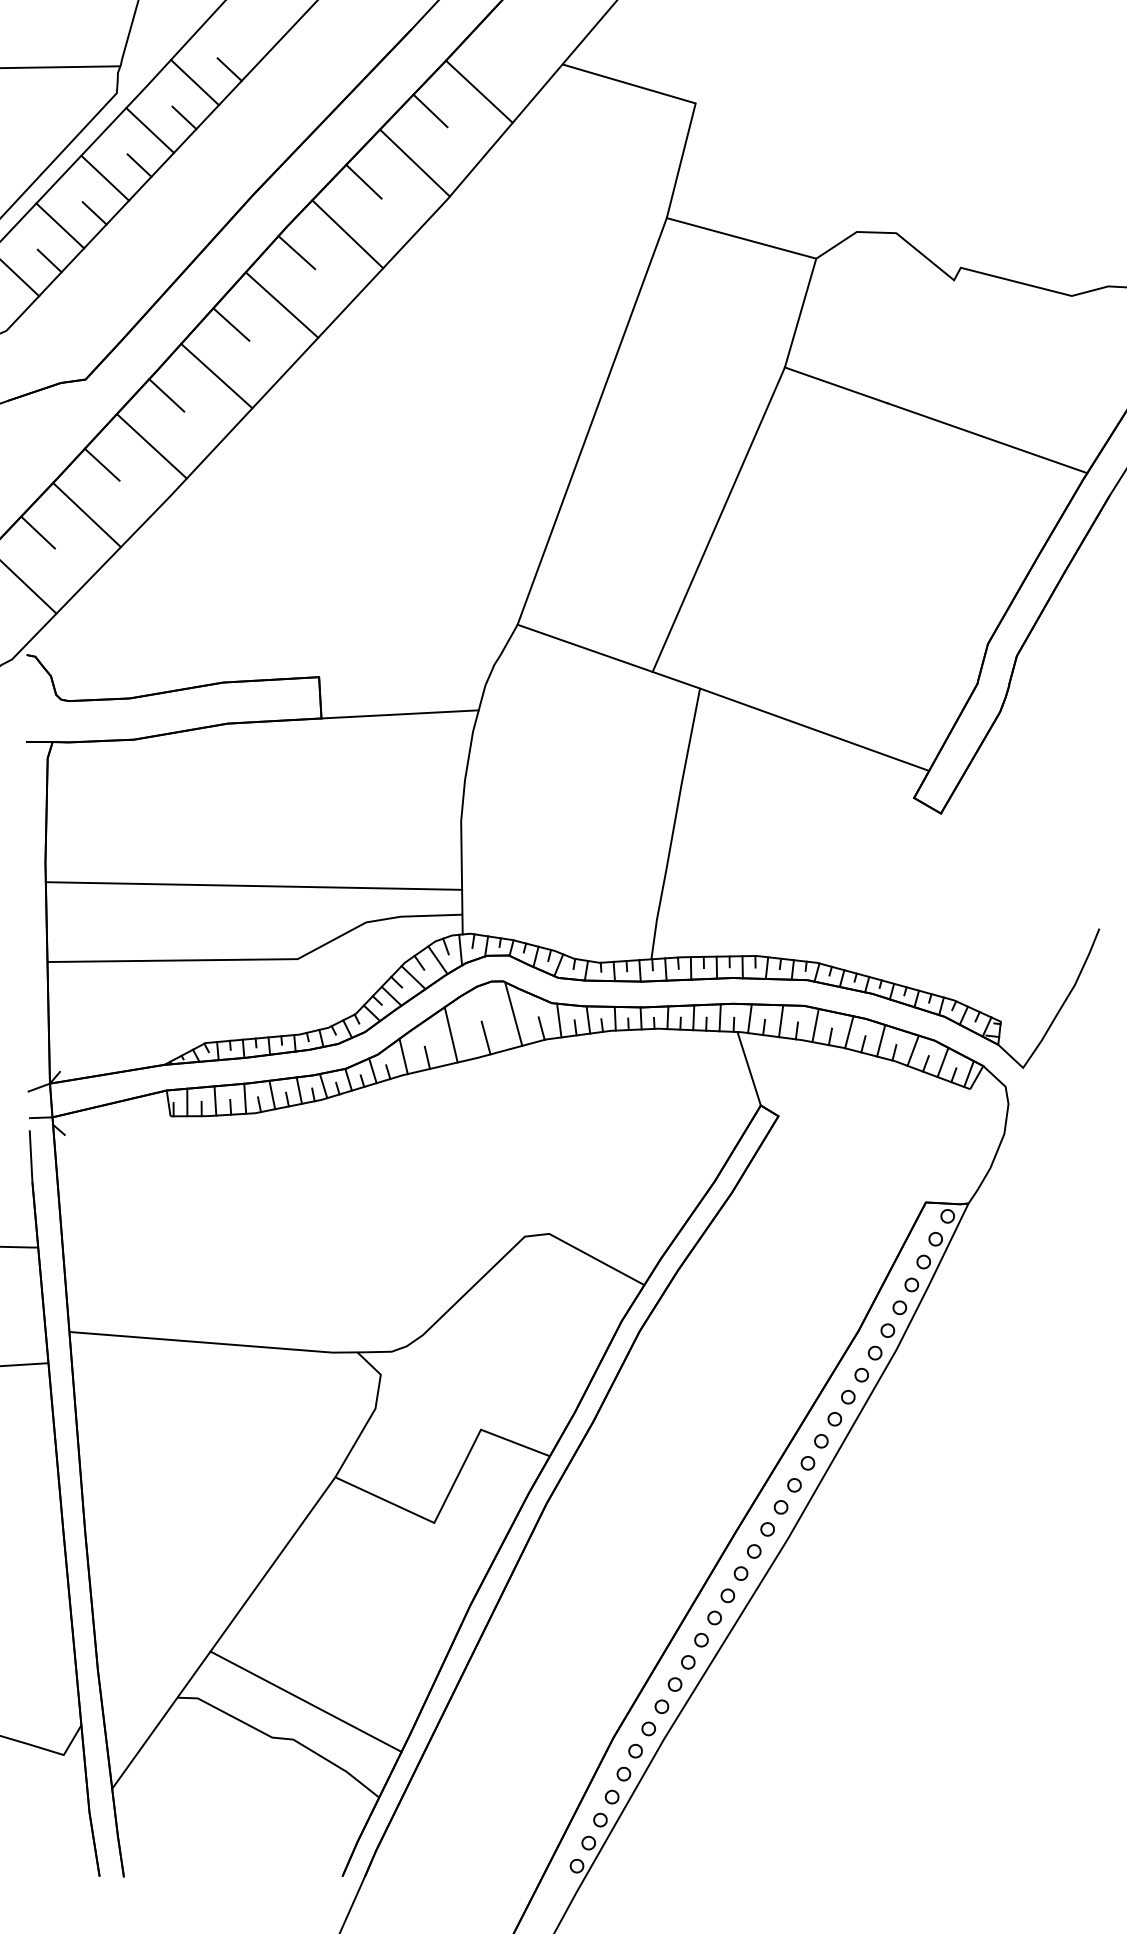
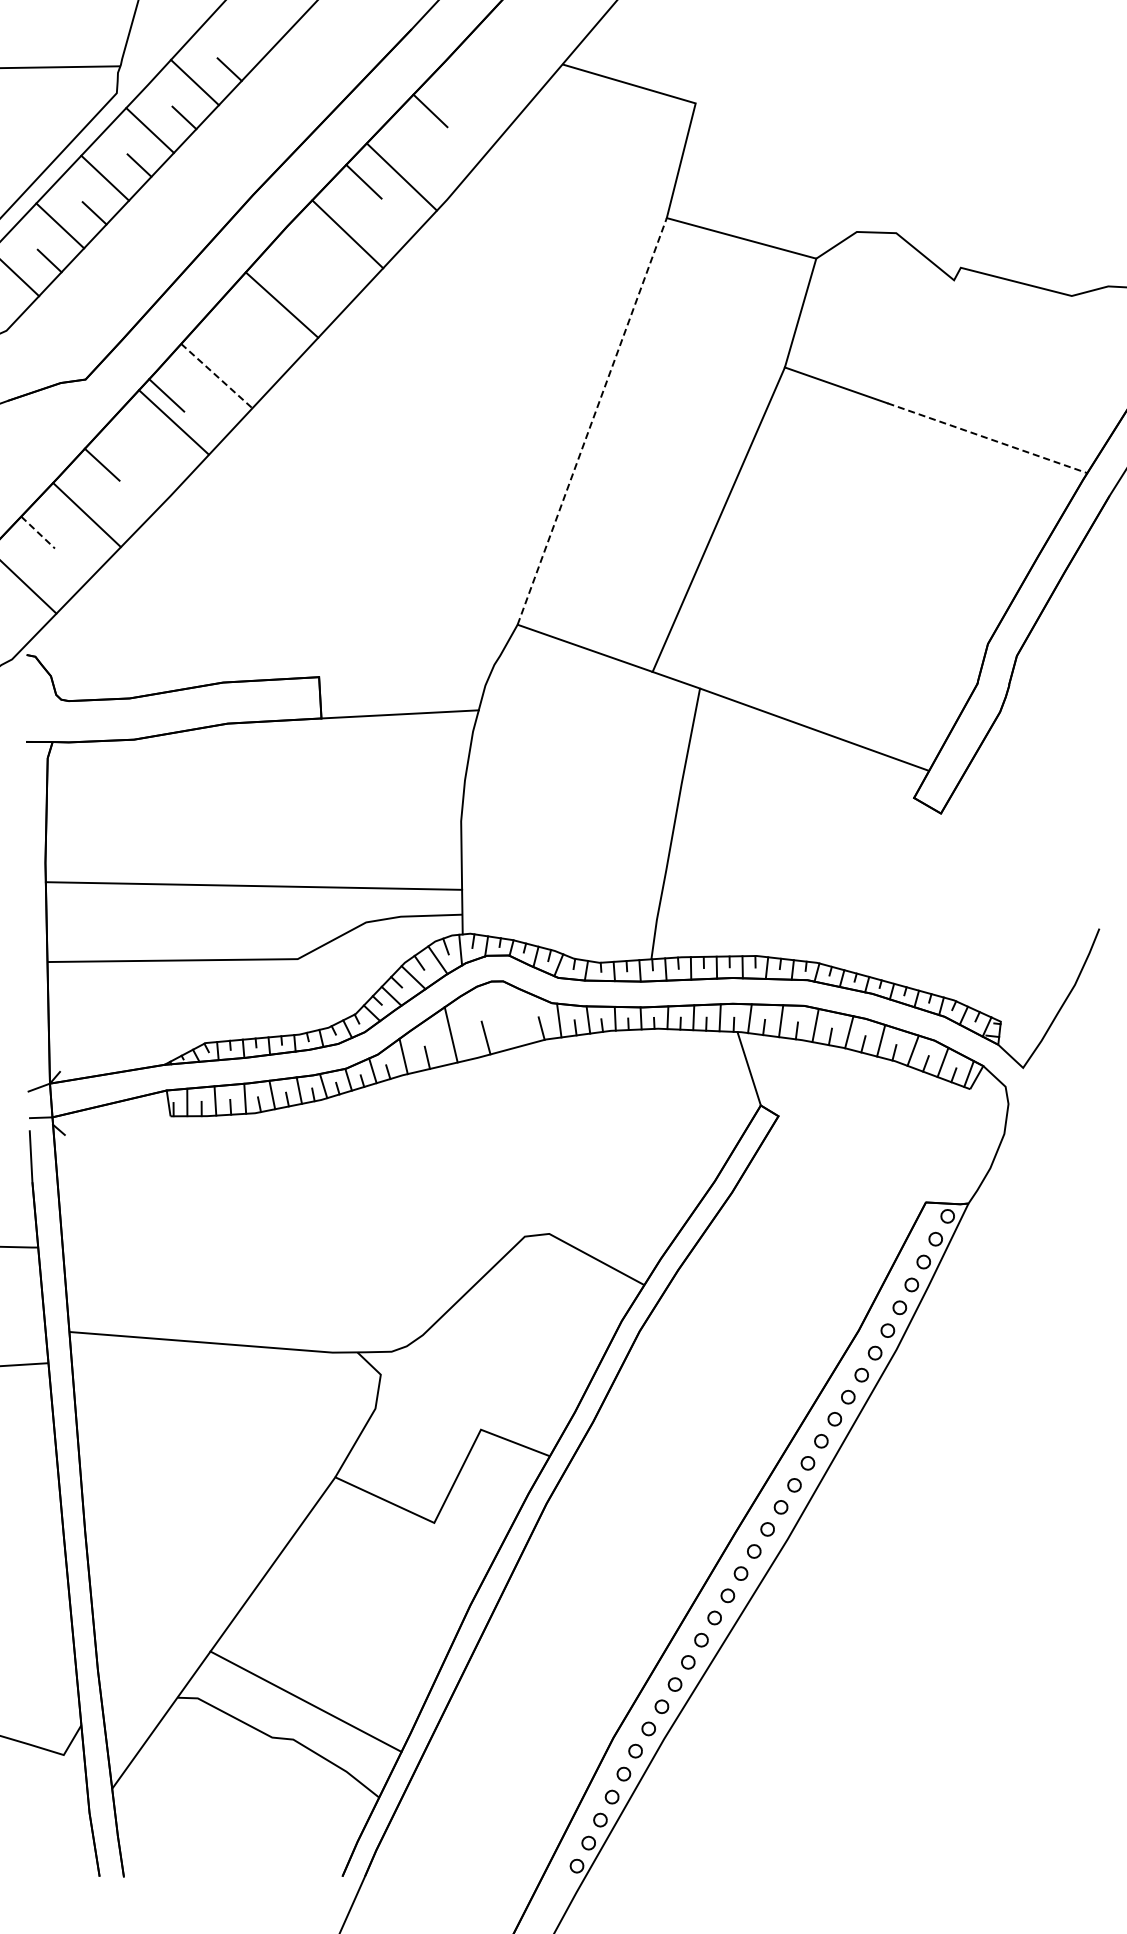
line at (478, 91): present -> none
line at (414, 162) position: (414, 162) -> (401, 176)
line at (296, 252): present -> none
line at (231, 324): present -> none
line at (217, 376): solid -> dashed
line at (592, 421): solid -> dashed
line at (987, 438): solid -> dashed
line at (151, 446) position: (151, 446) -> (173, 422)
line at (38, 532): solid -> dashed
line at (513, 1013): present -> none
